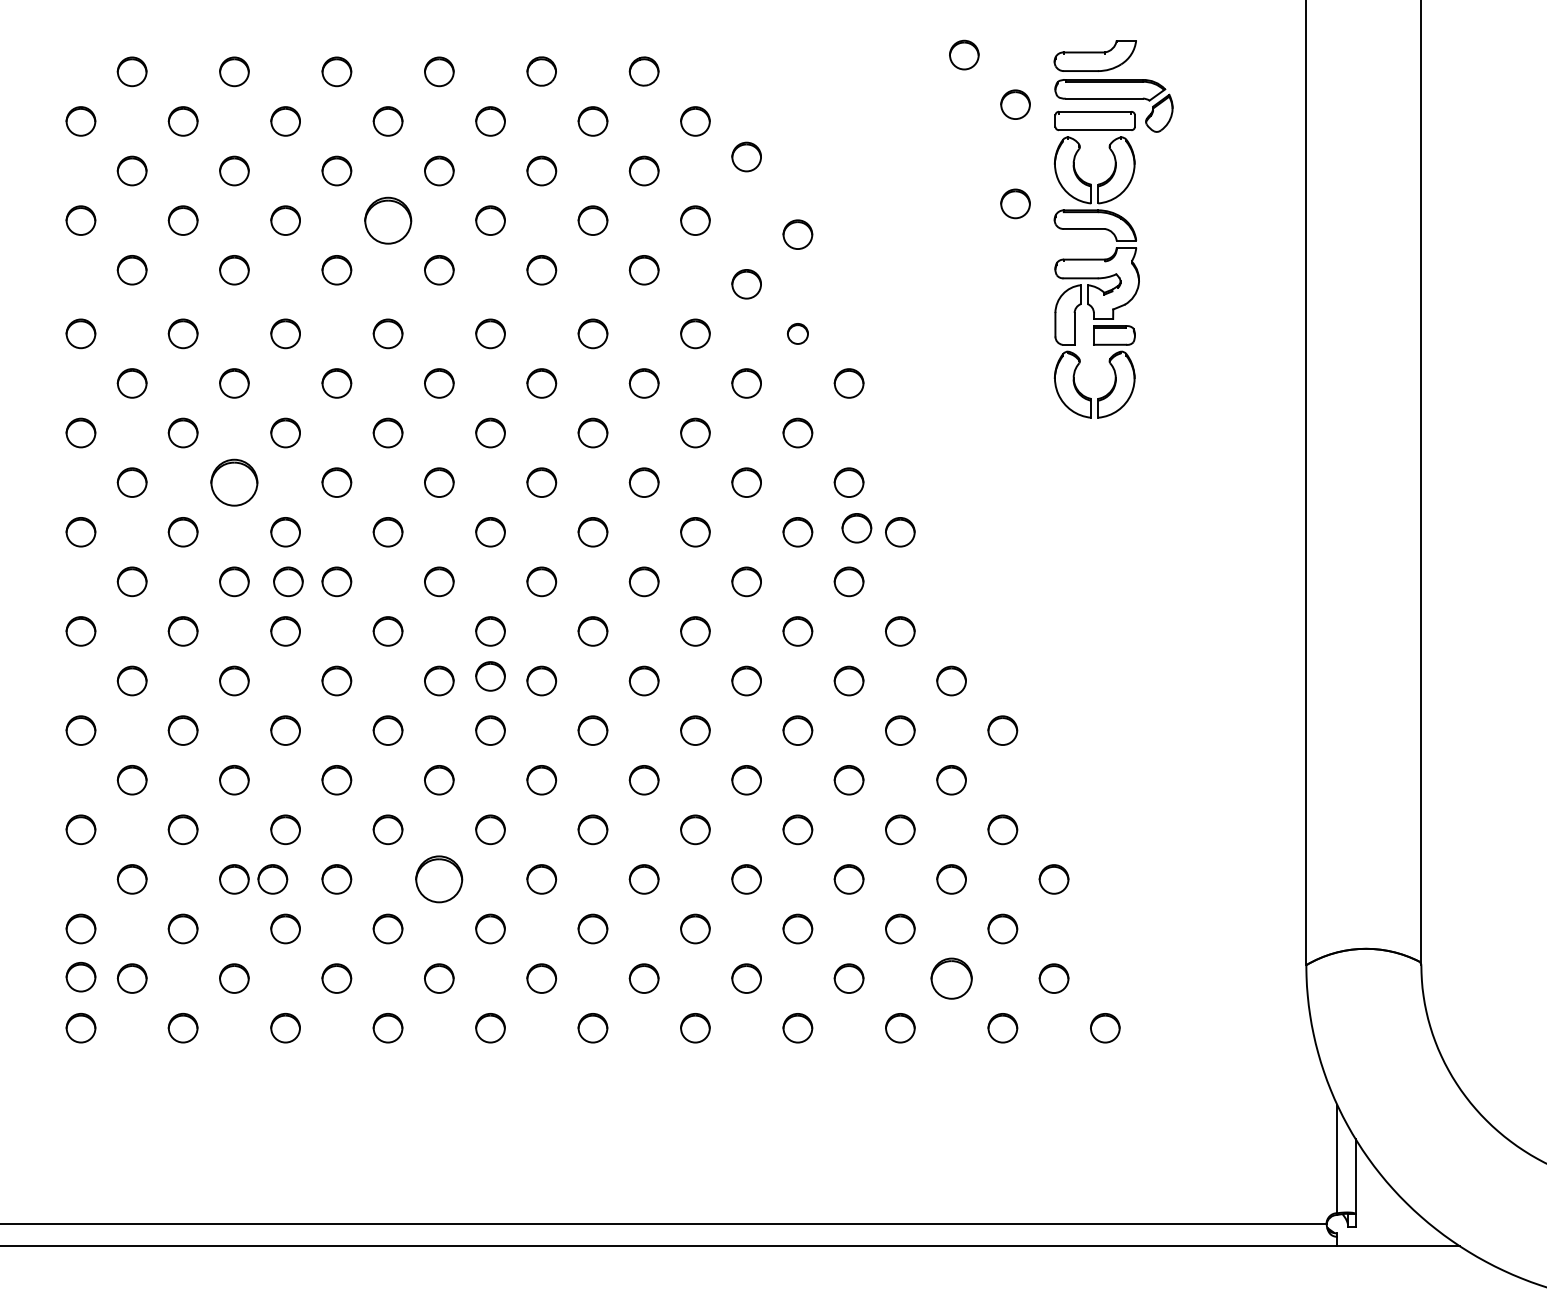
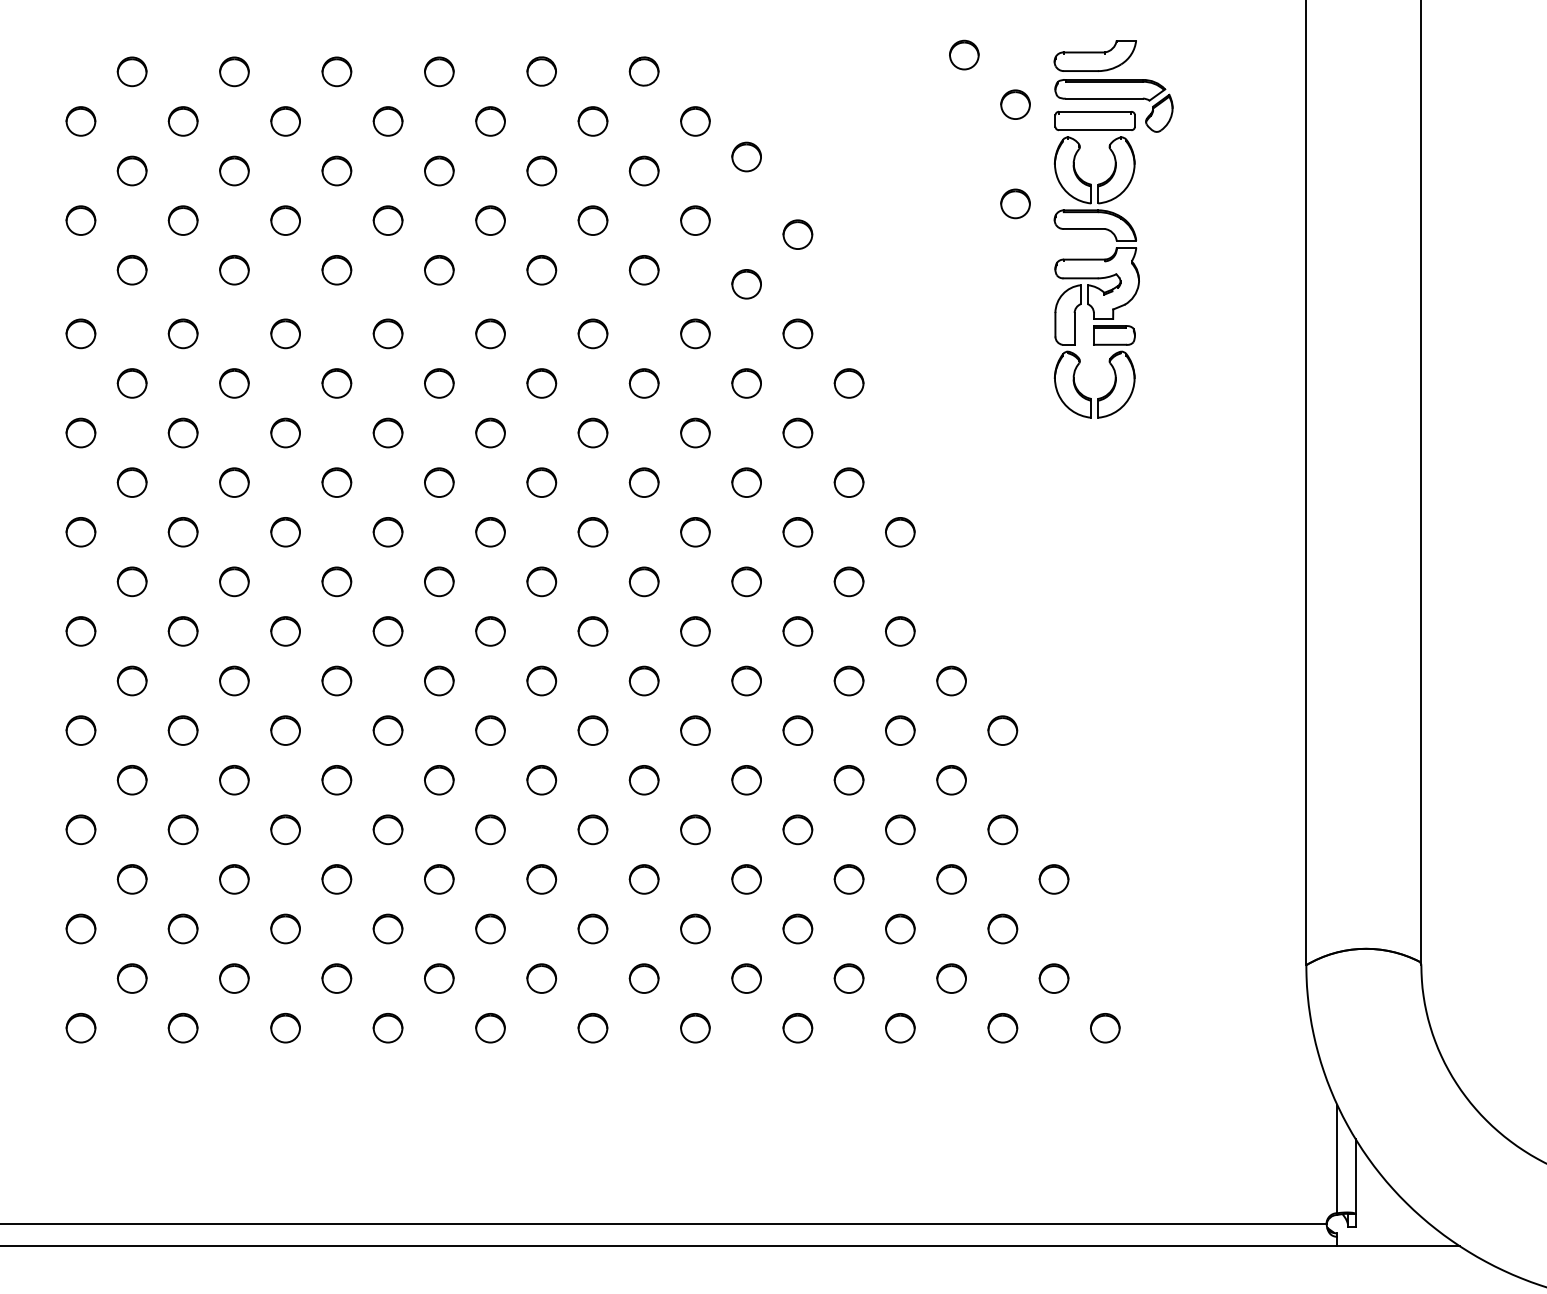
part at (388, 220) size: 49x49 px -> 32x31 px
part at (797, 333) size: 22x22 px -> 32x32 px
part at (234, 482) size: 49x49 px -> 31x31 px
part at (856, 528): present -> none
part at (288, 581): present -> none
circle at (490, 676): present -> none
part at (272, 879): present -> none
circle at (439, 879) size: 49x49 px -> 31x31 px
part at (80, 977): present -> none
part at (951, 978) size: 43x43 px -> 31x31 px
